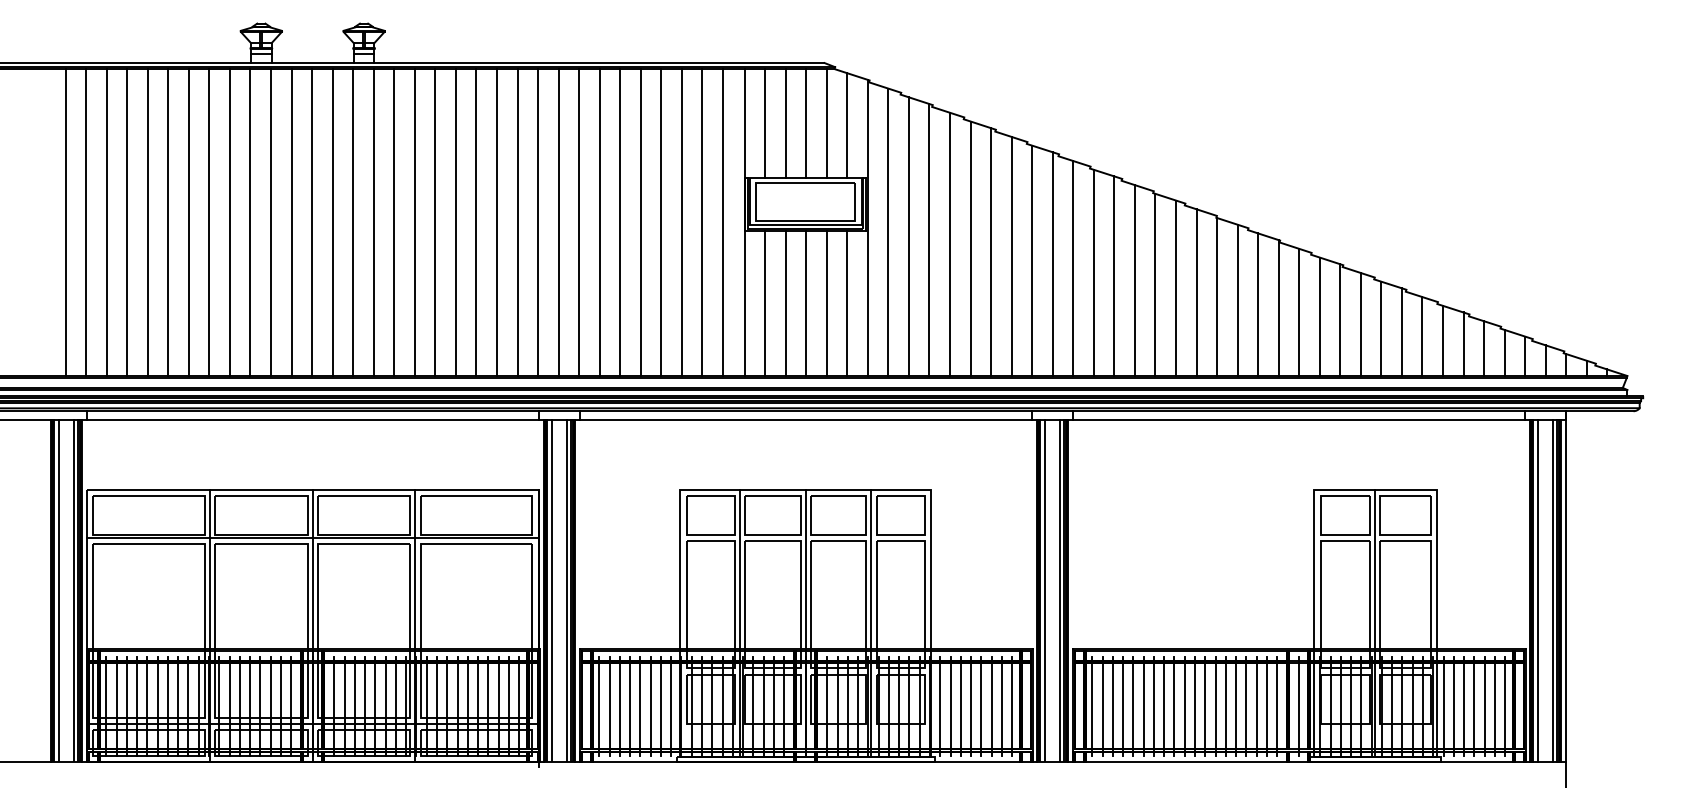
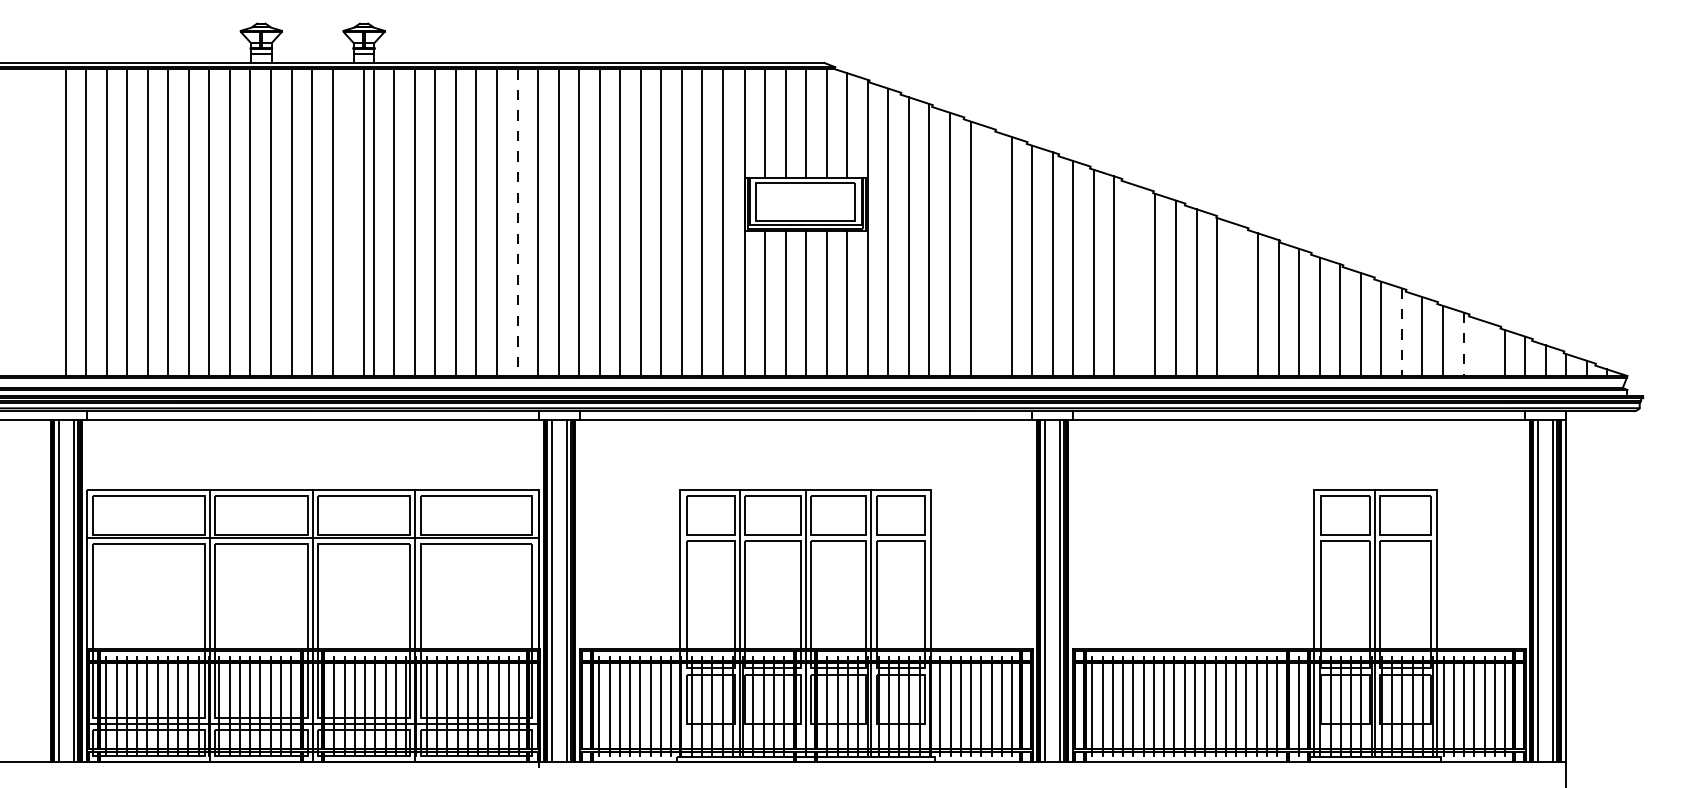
line at (353, 222) position: (353, 222) -> (364, 222)
line at (517, 223): solid -> dashed
line at (991, 252): present -> none
line at (1134, 280): present -> none
line at (1237, 300): present -> none
line at (1401, 332): solid -> dashed
line at (1463, 344): solid -> dashed
line at (1484, 348): present -> none
